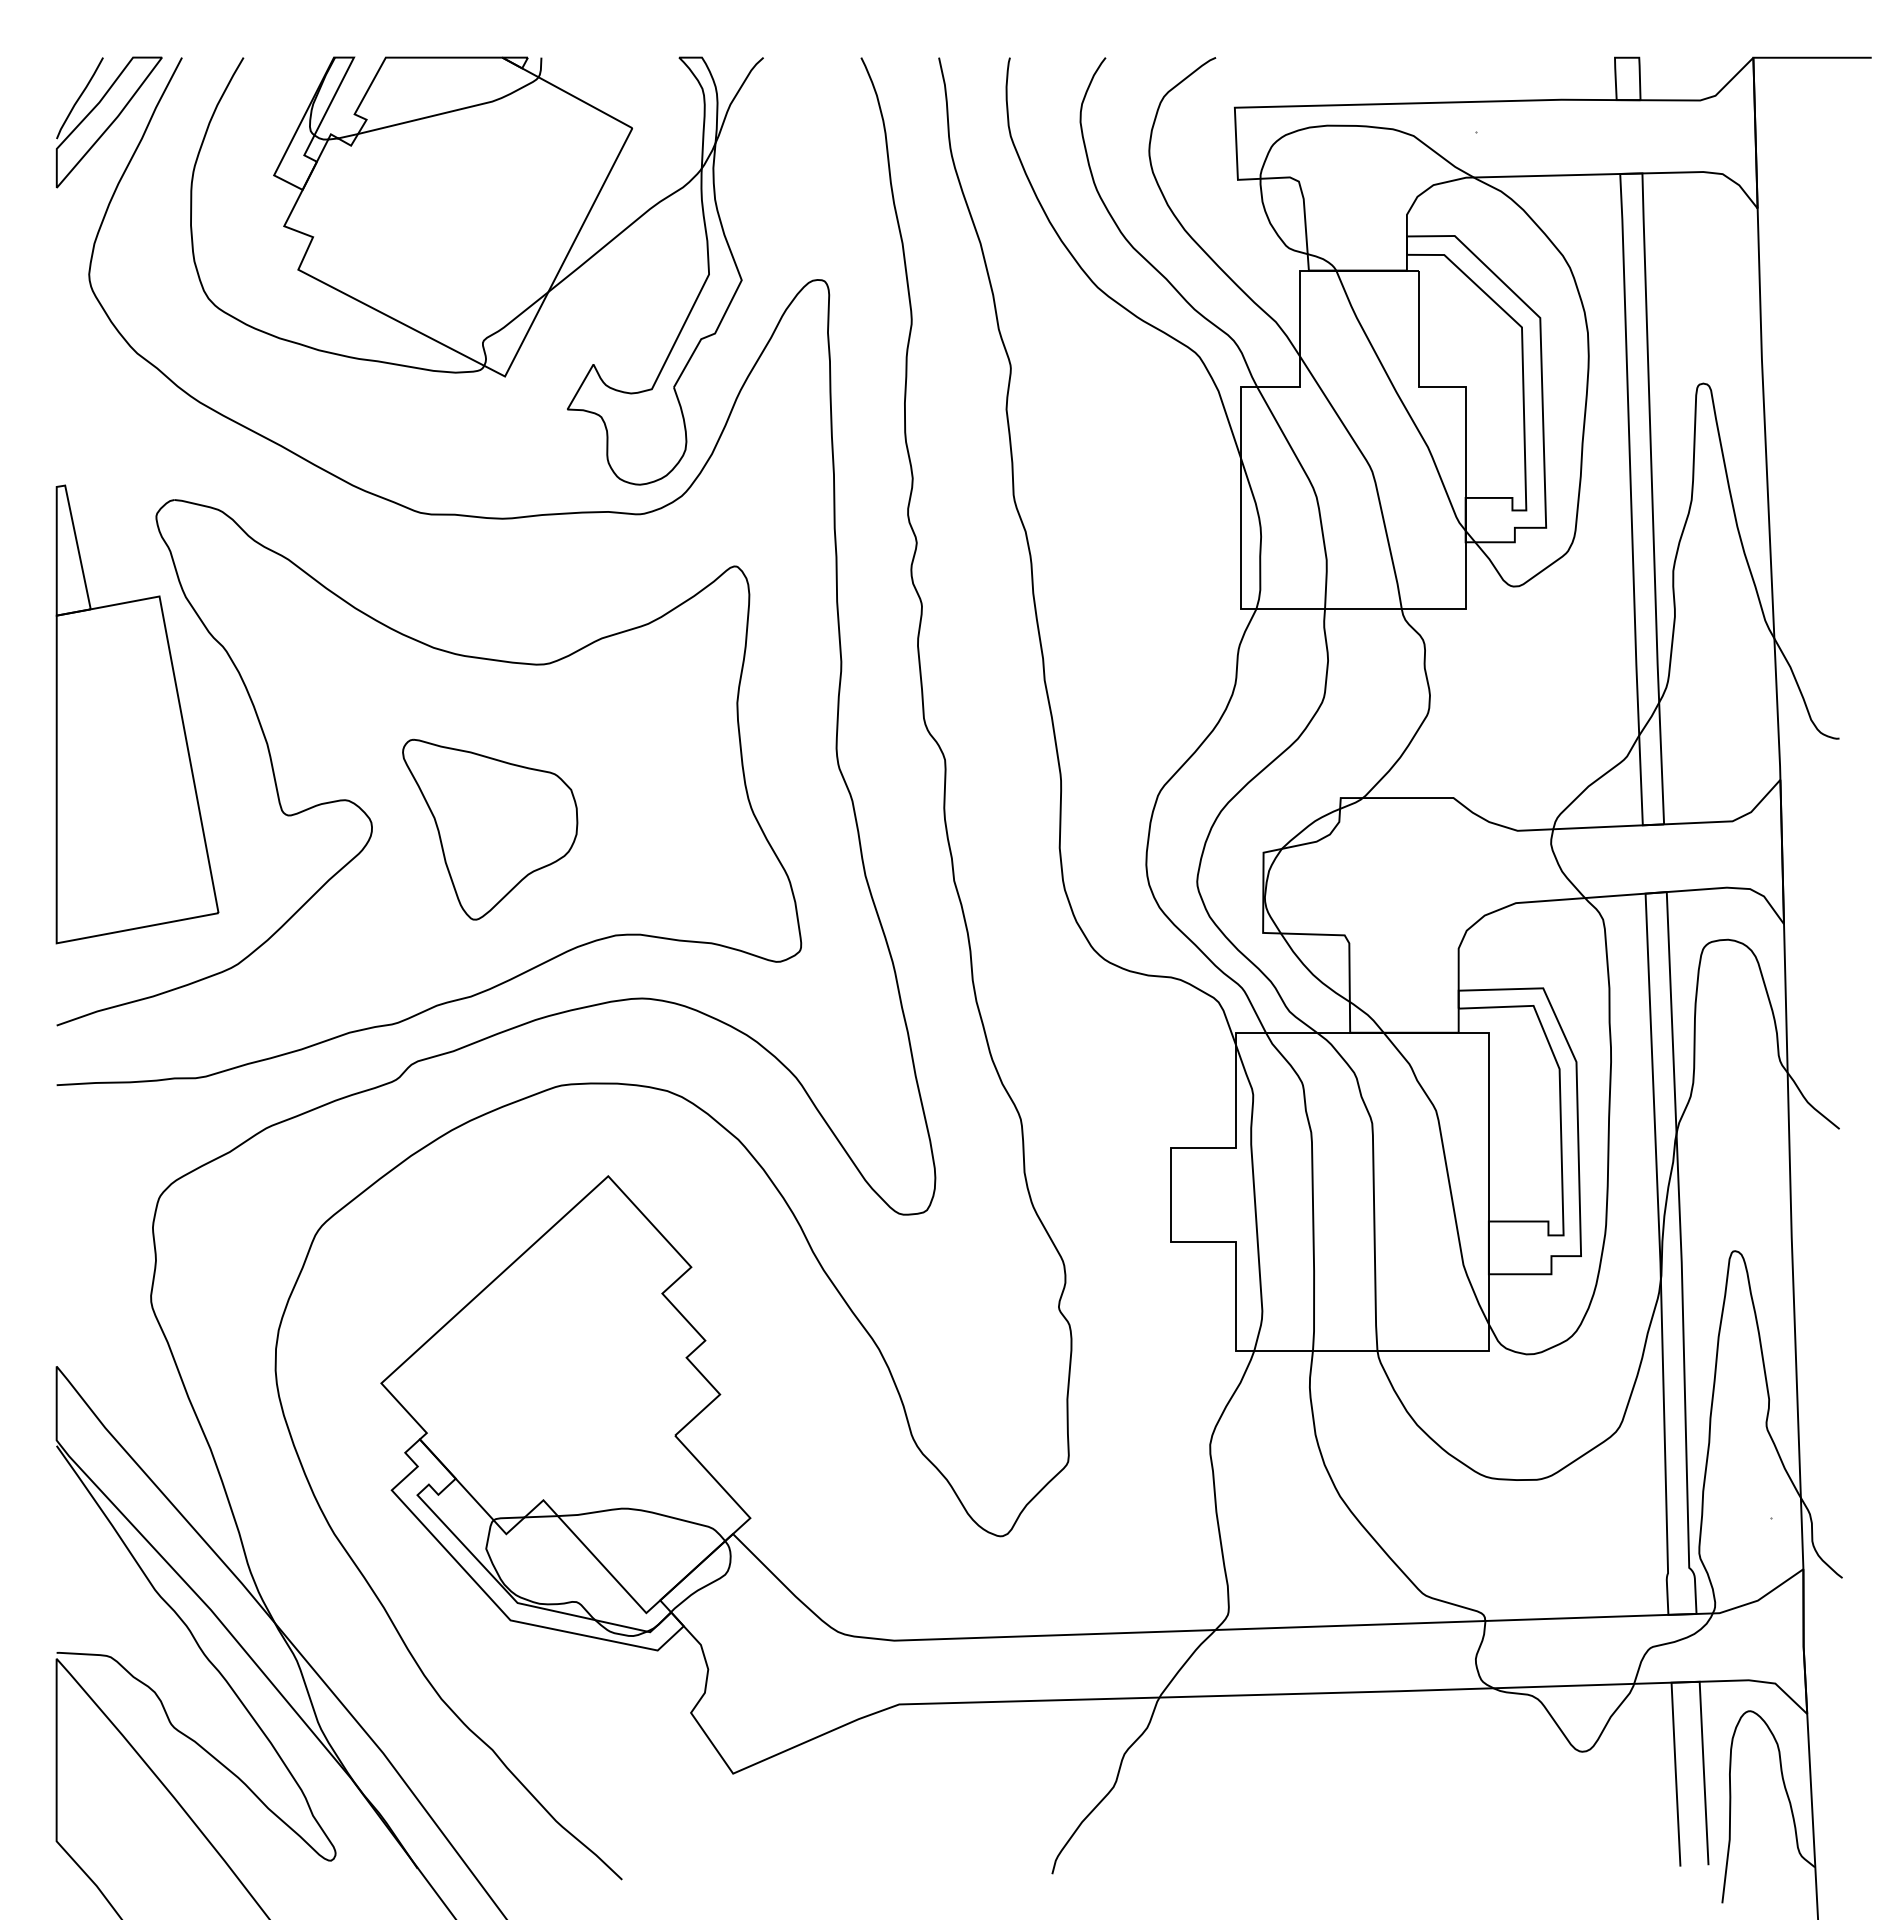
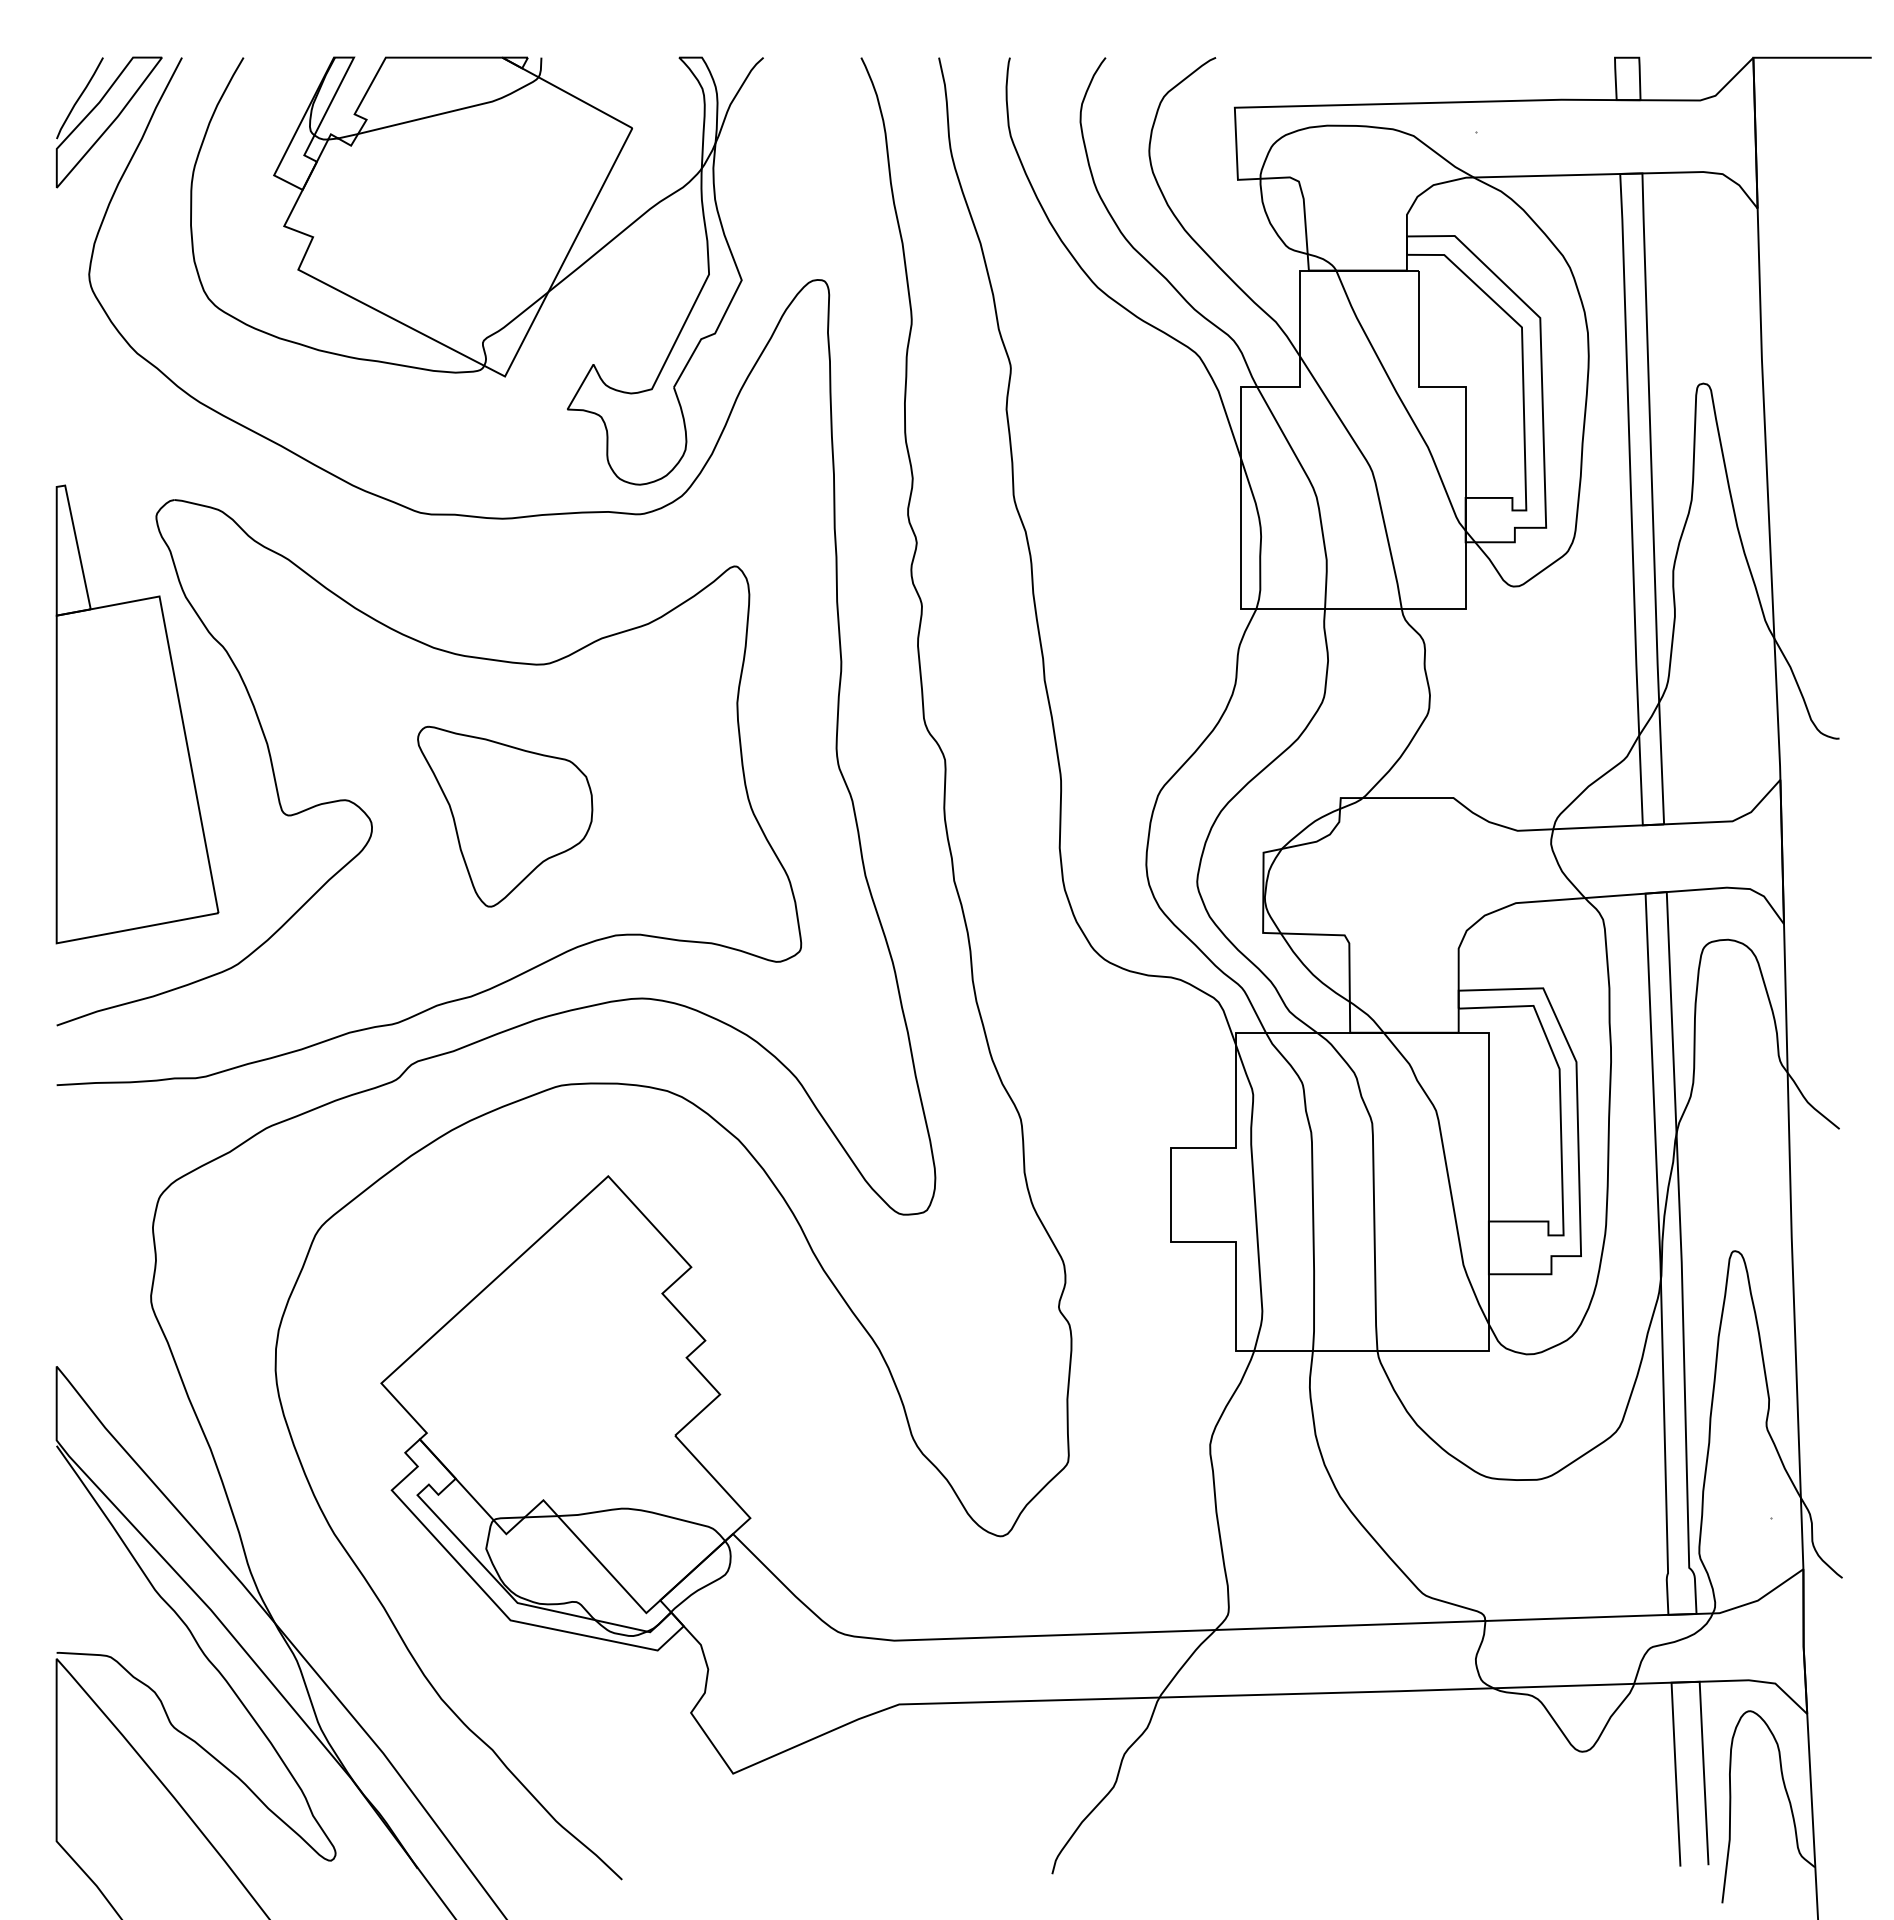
part at (490, 829) position: (490, 829) -> (505, 816)
